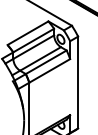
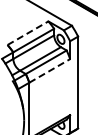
line at (28, 33): solid -> dashed
line at (49, 70): solid -> dashed
